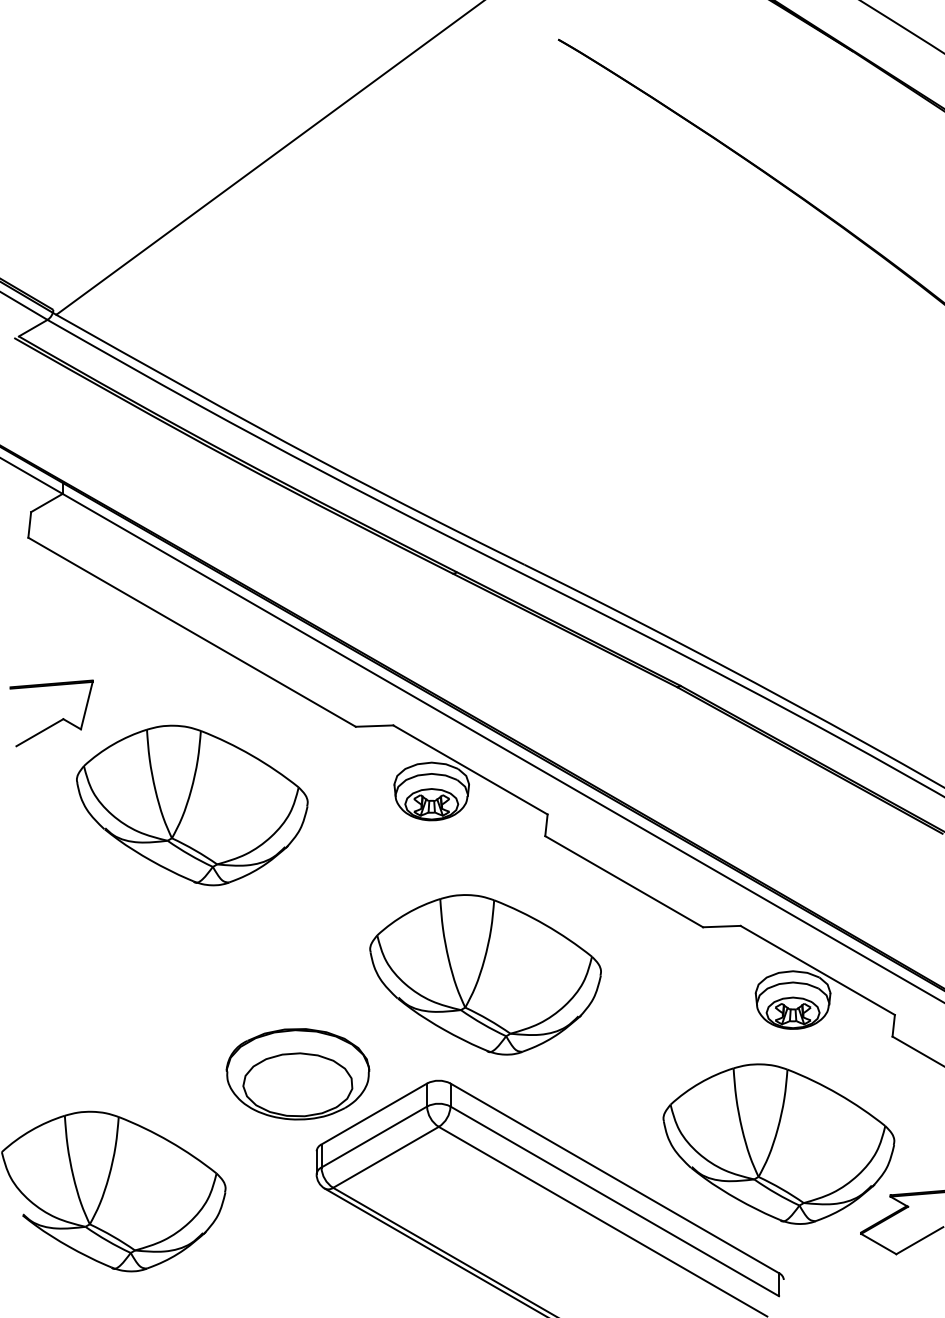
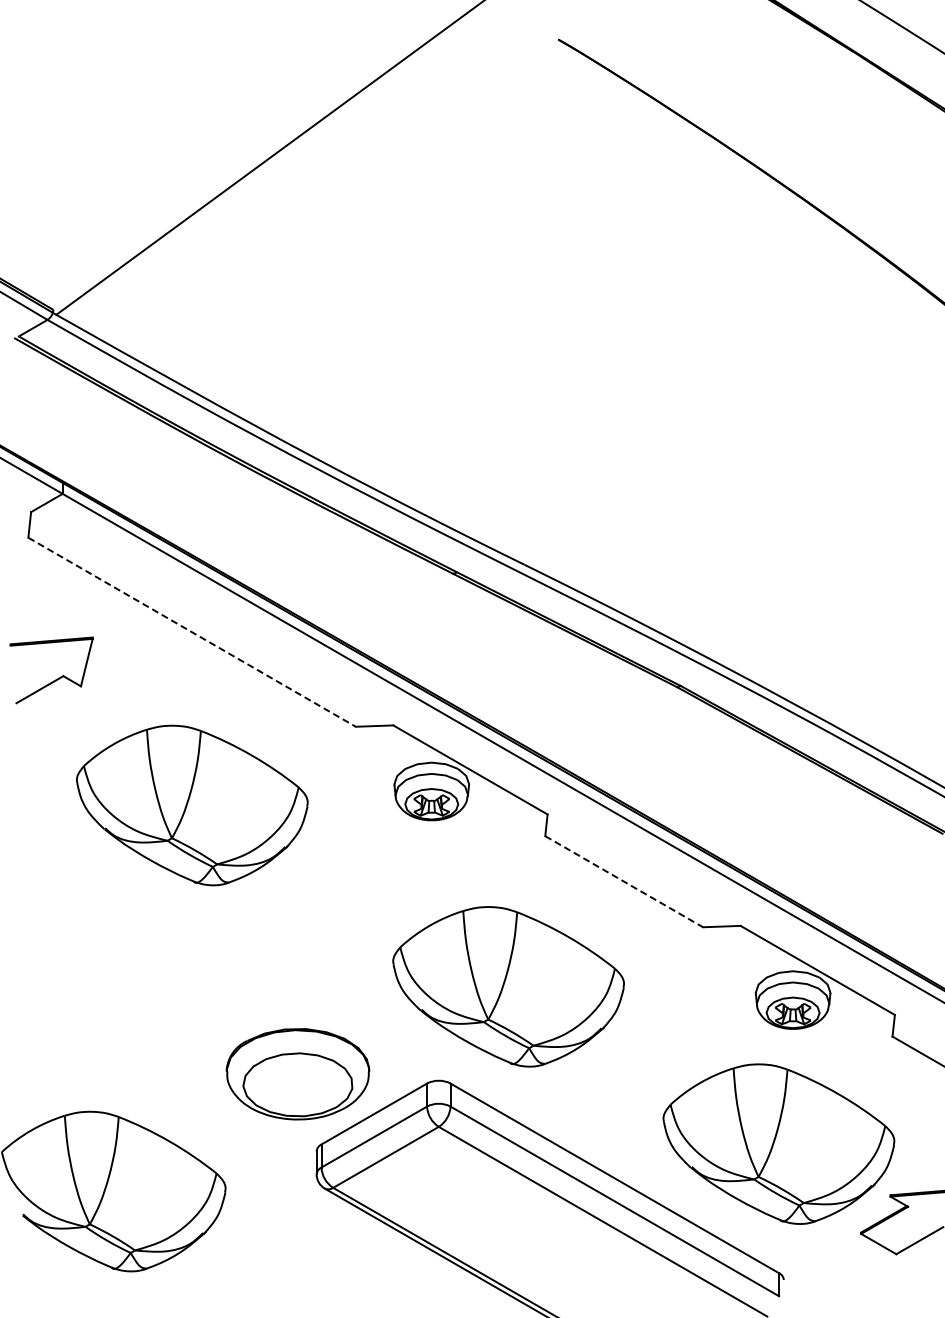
line at (192, 632): solid -> dashed
part at (55, 722) position: (55, 722) -> (55, 679)
line at (624, 881): solid -> dashed
part at (485, 974) position: (485, 974) -> (508, 986)
